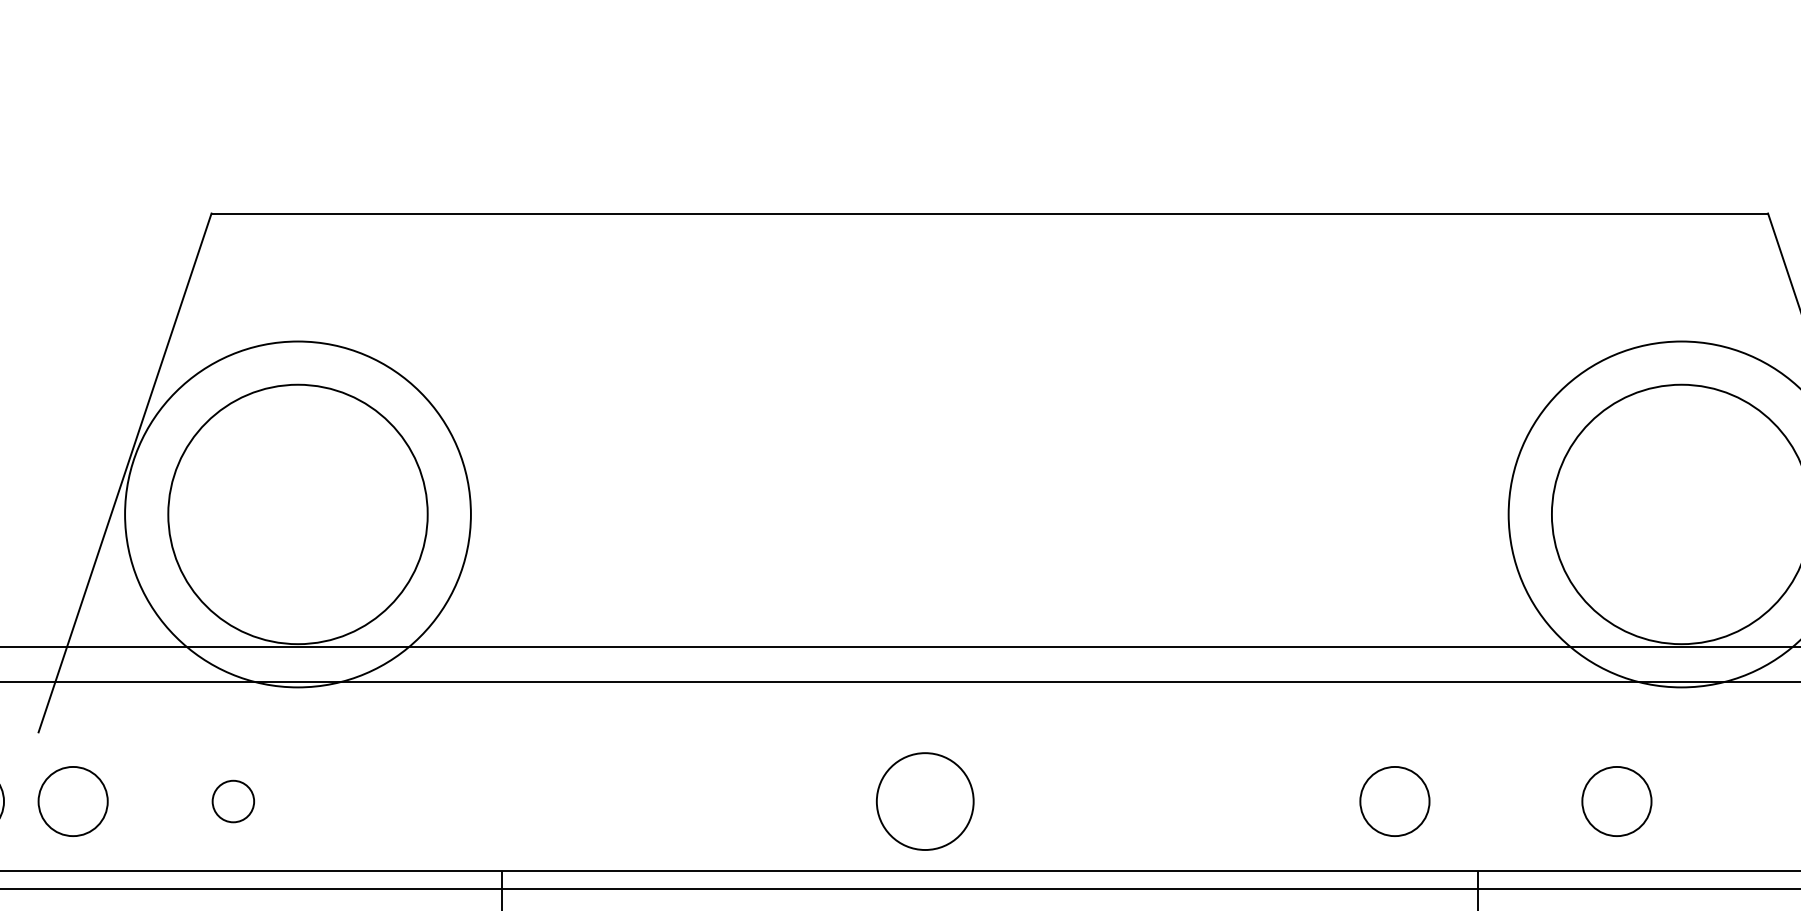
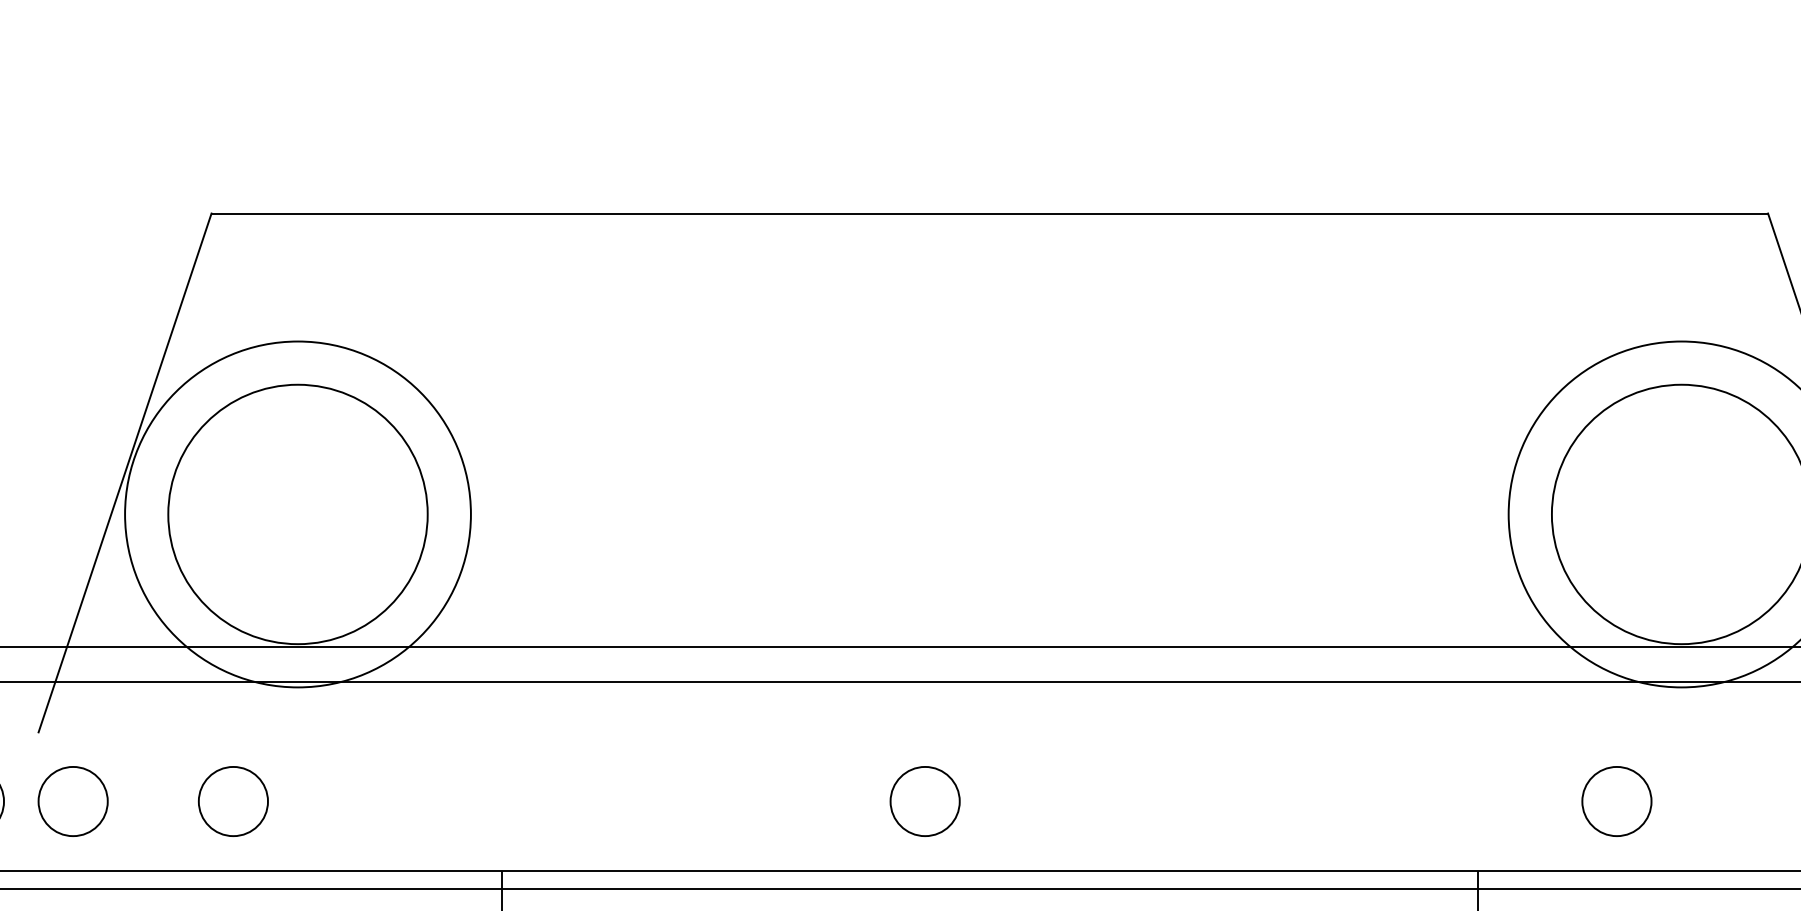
circle at (233, 801) diameter: 42 px -> 69 px
circle at (924, 801) size: 100x99 px -> 72x71 px
circle at (1394, 801): present -> none
